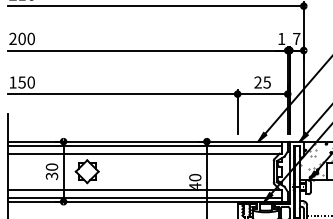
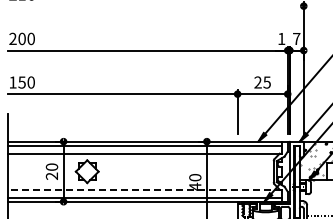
line at (155, 6): present -> none
text at (52, 176): 30 -> 20
line at (144, 189): solid -> dashed
